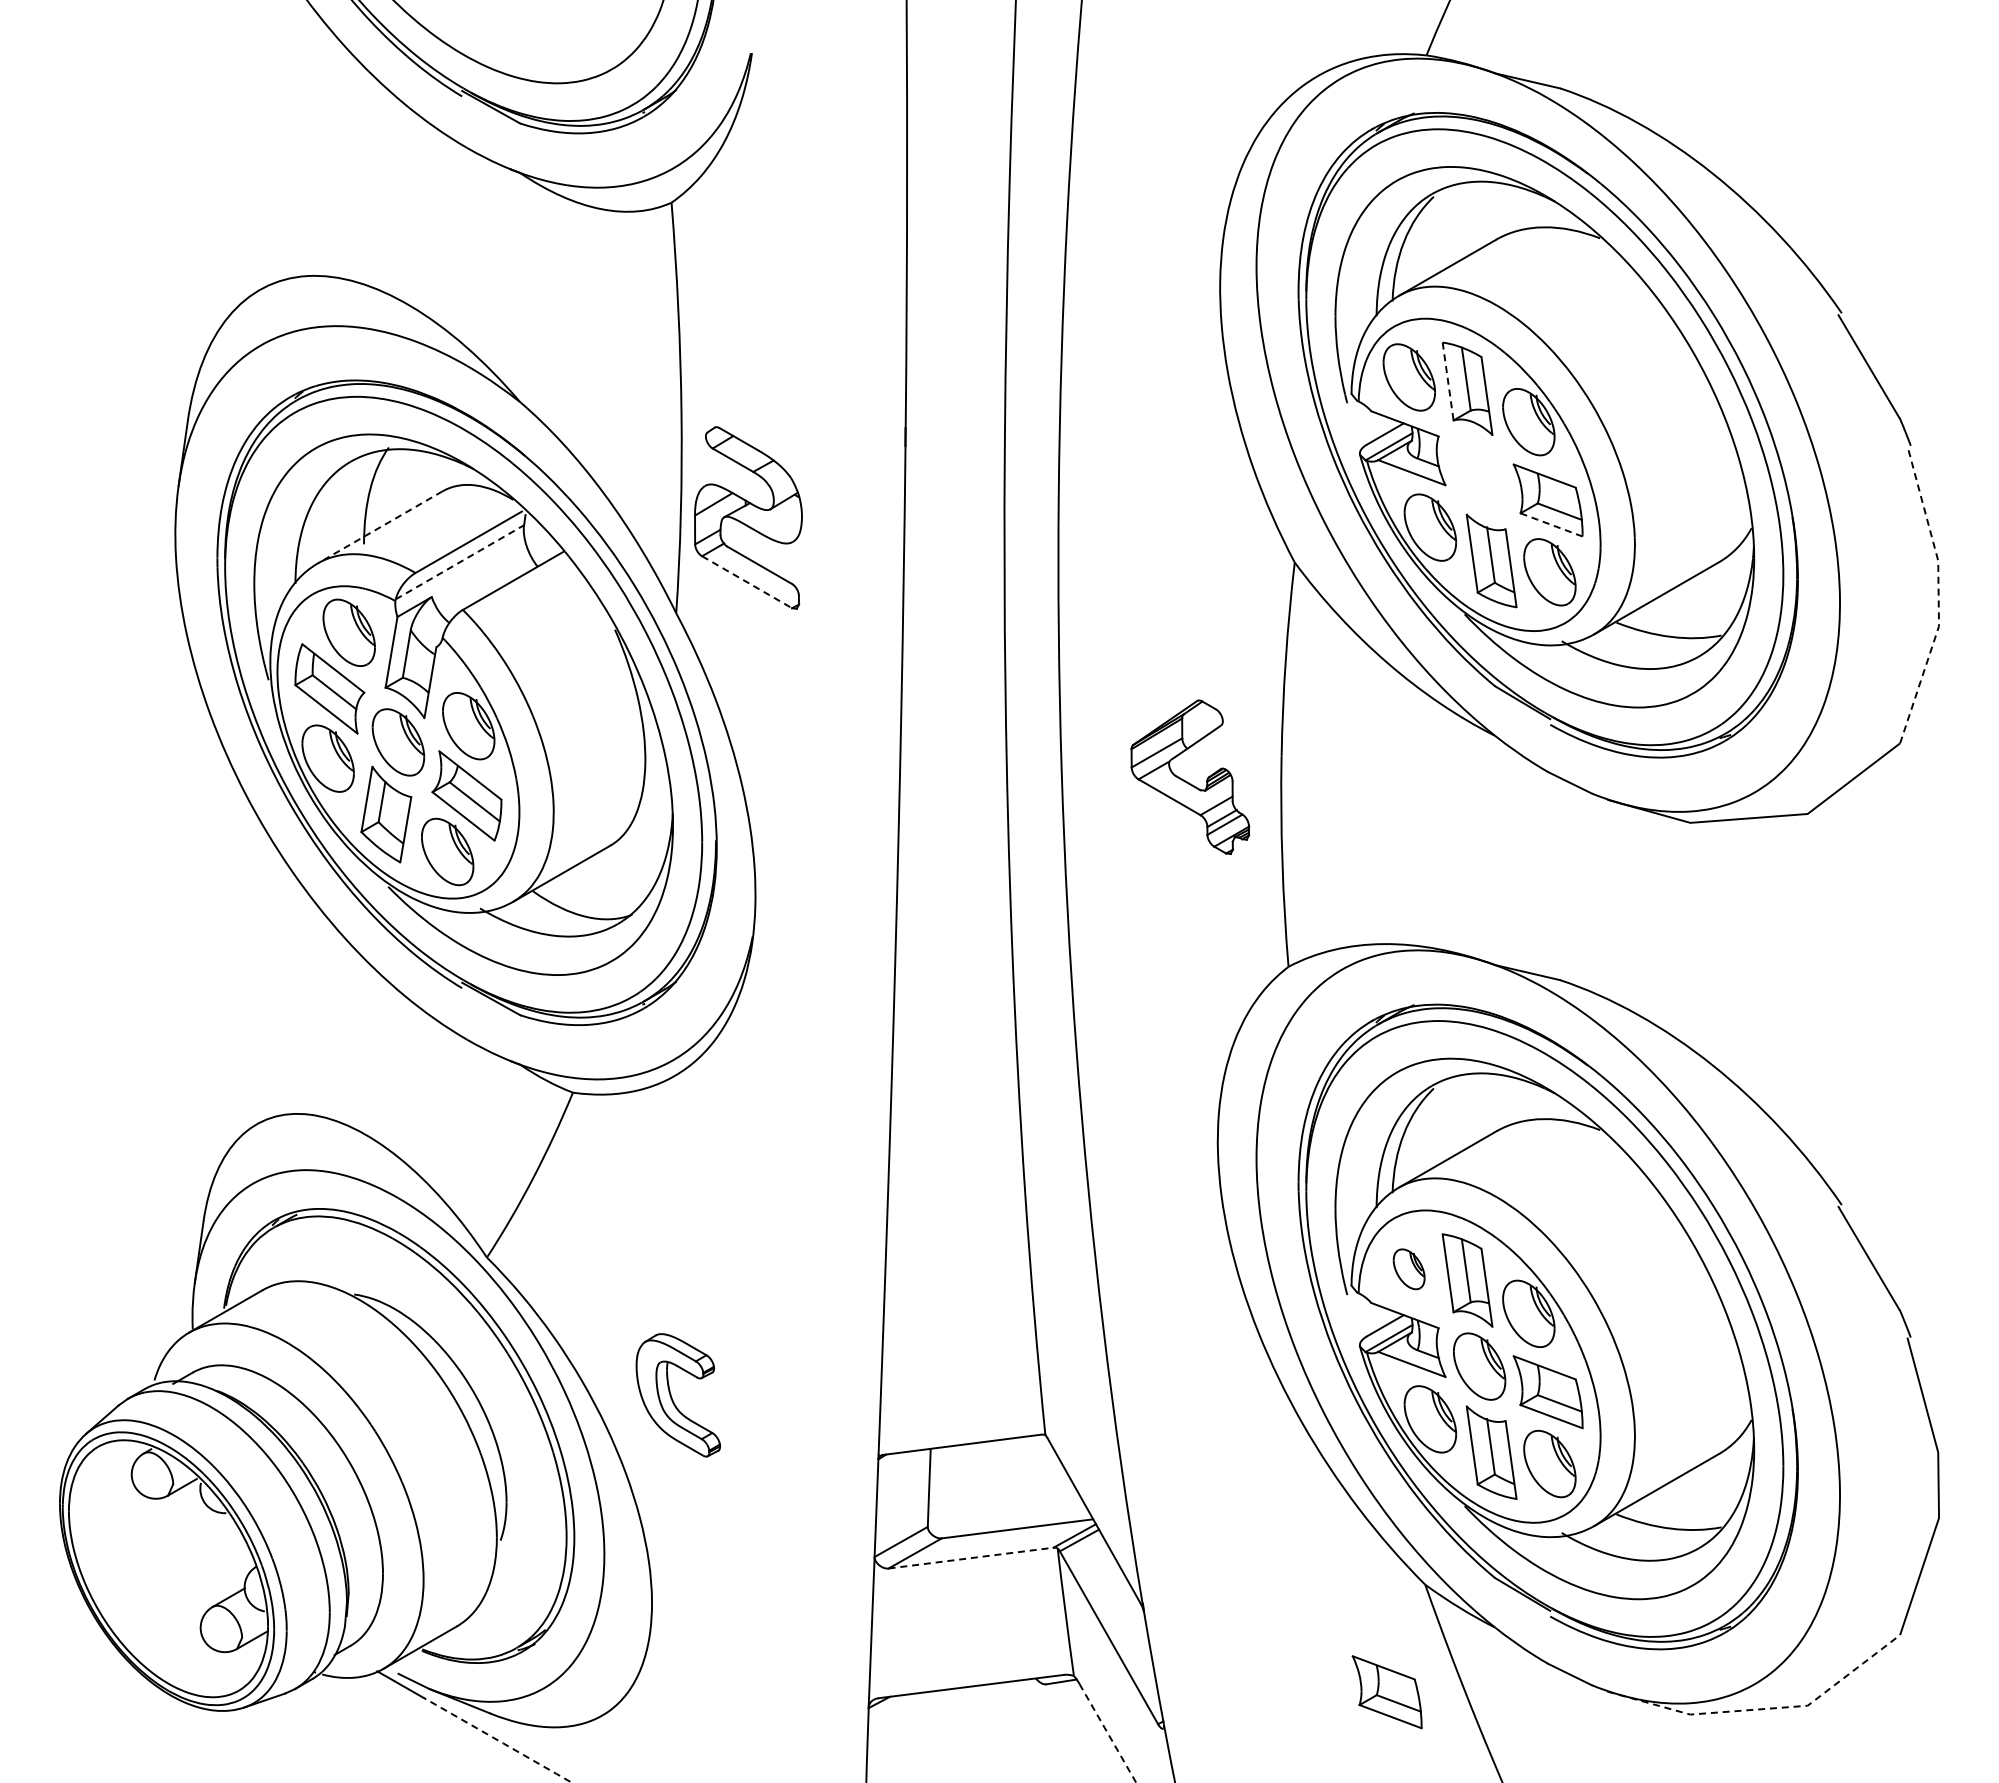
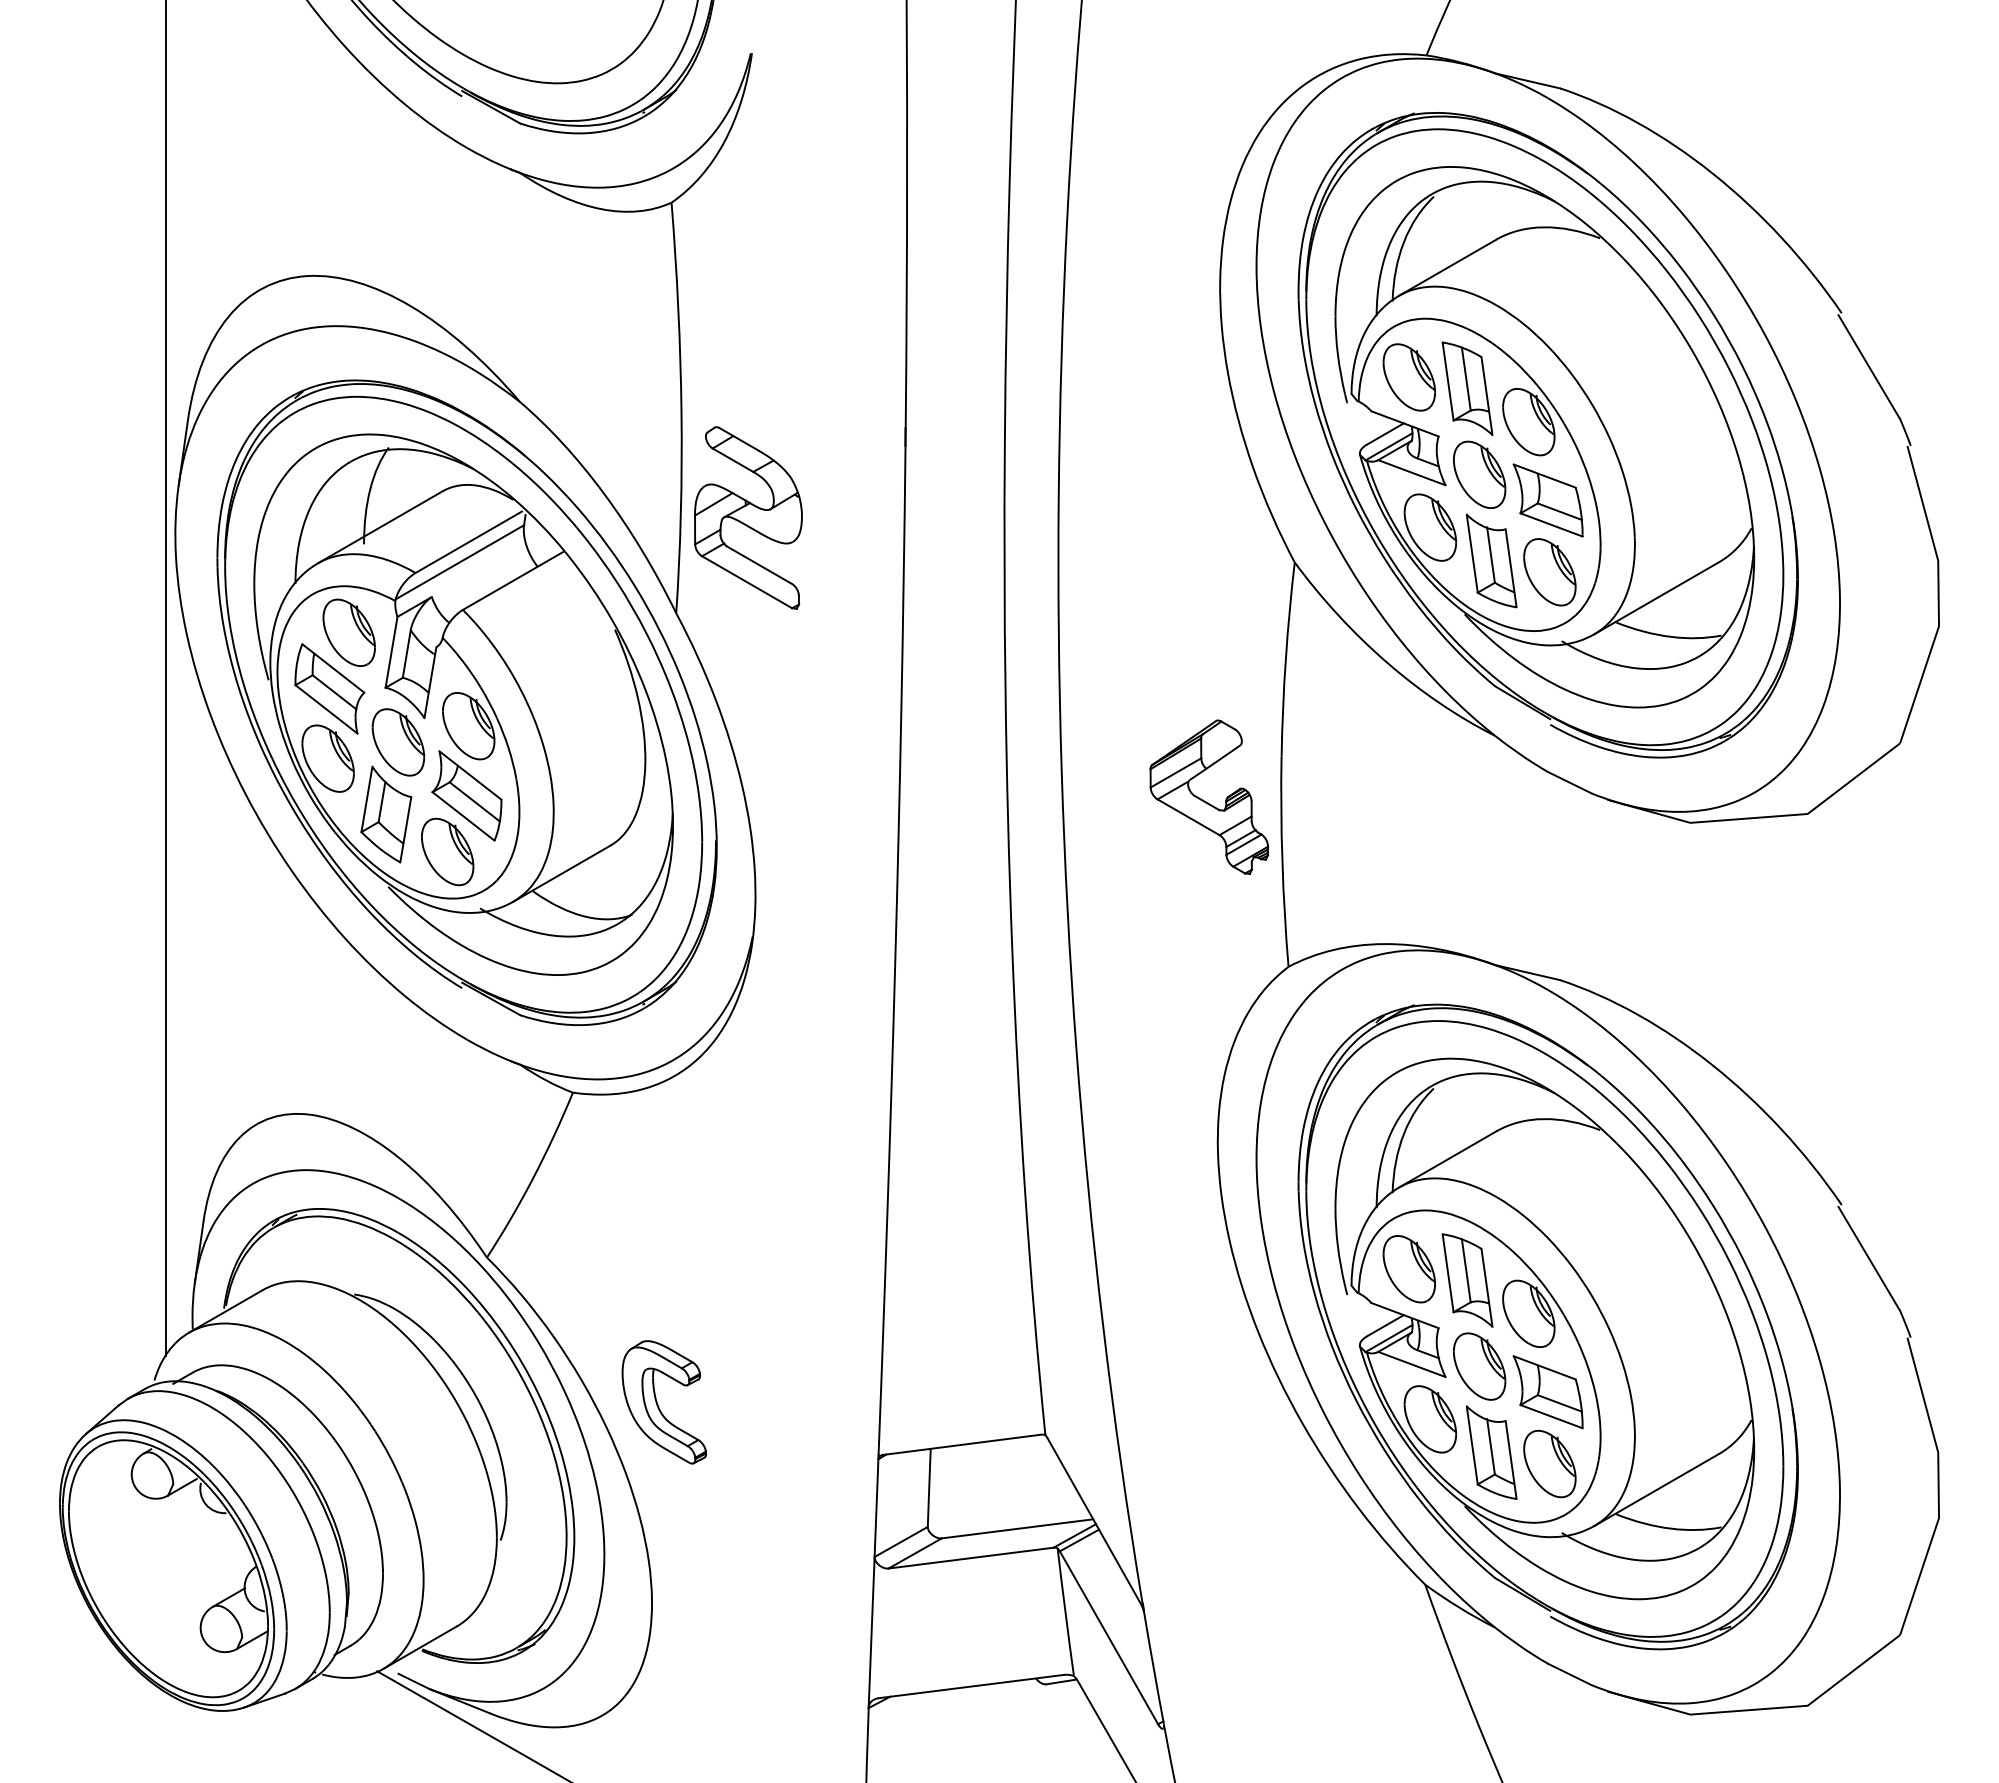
line at (1448, 382): dashed -> solid
part at (1479, 474): none -> present
line at (1552, 525): dashed -> solid
line at (380, 527): dashed -> solid
line at (460, 562): dashed -> solid
line at (747, 582): dashed -> solid
line at (1938, 595): dashed -> solid
line at (165, 678): none -> present
part at (1190, 776) position: (1190, 776) -> (1209, 796)
part at (1408, 1269) size: 34x43 px -> 54x69 px
part at (672, 1397) position: (672, 1397) -> (658, 1404)
line at (971, 1558): dashed -> solid
part at (1386, 1692): present -> none
line at (1763, 1709): dashed -> solid
line at (1107, 1733): dashed -> solid
arc at (498, 1740): dashed -> solid
